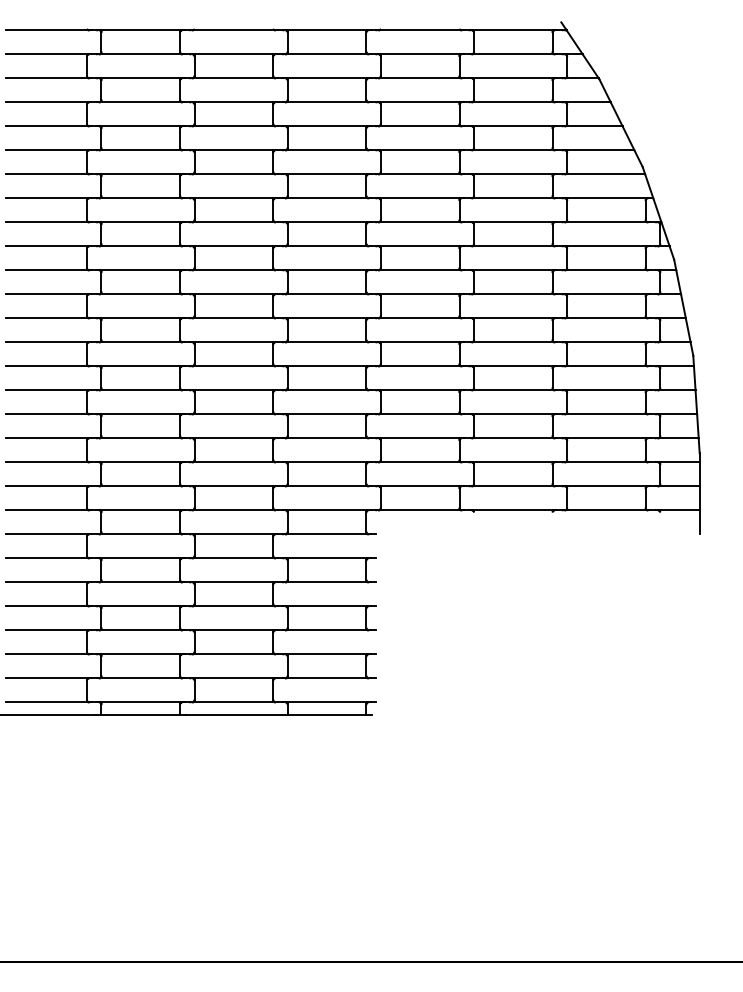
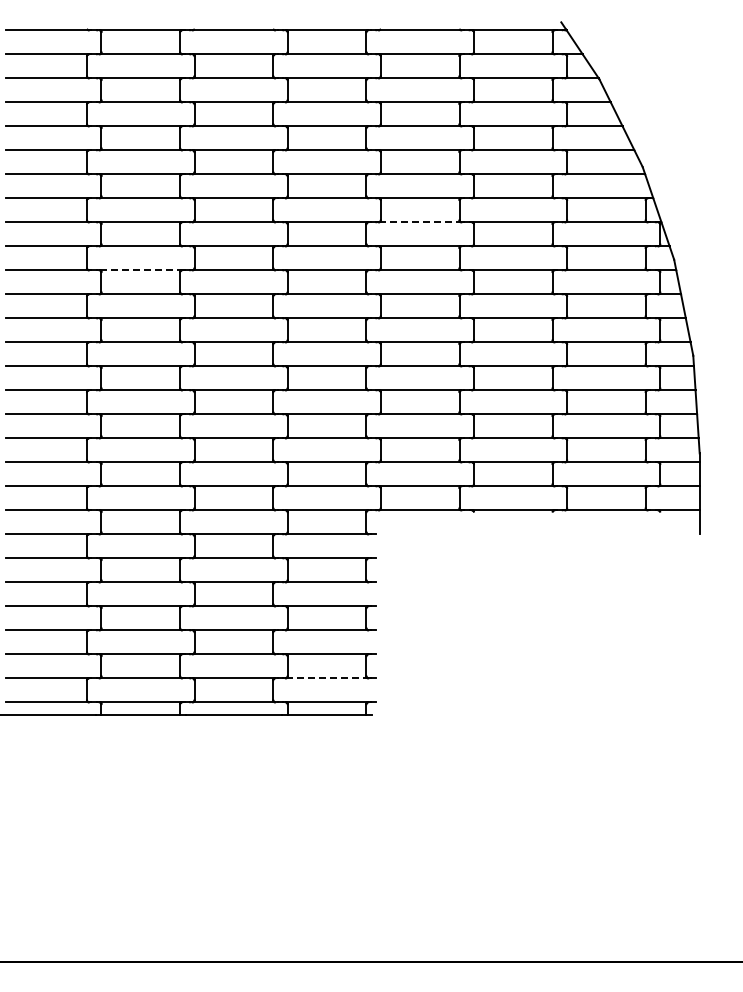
line at (420, 222): solid -> dashed
line at (141, 270): solid -> dashed
line at (327, 678): solid -> dashed
